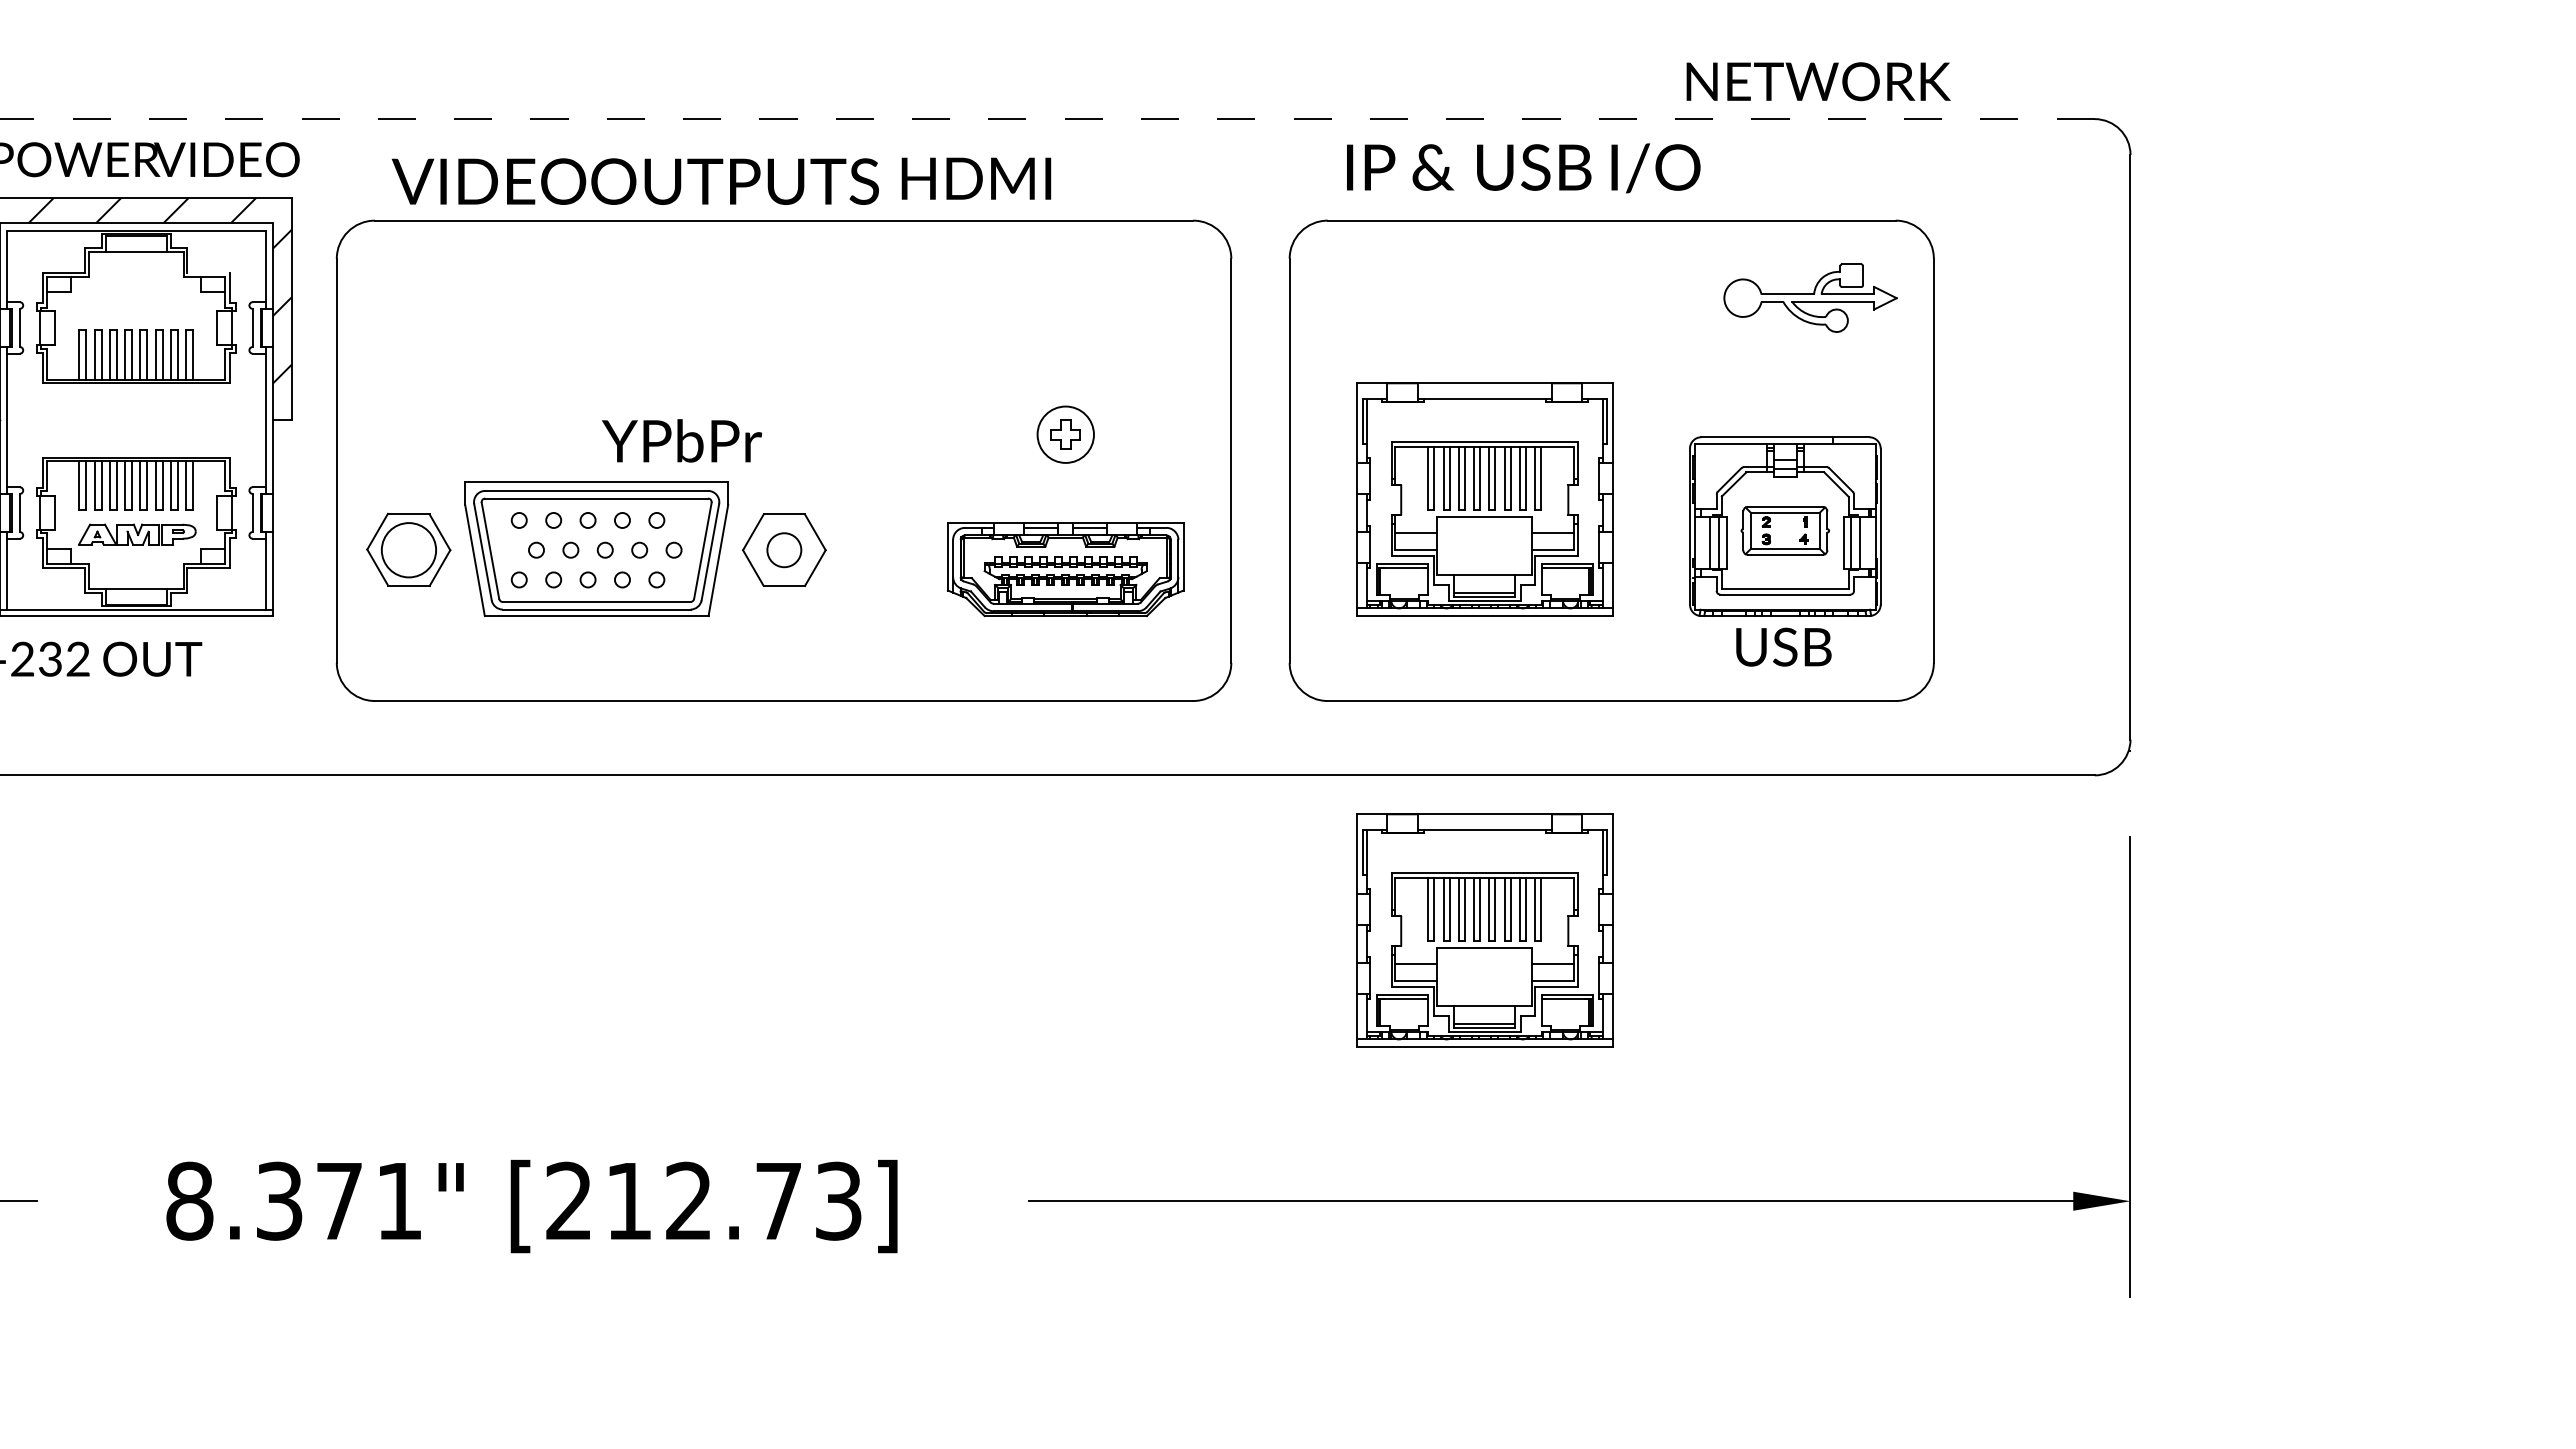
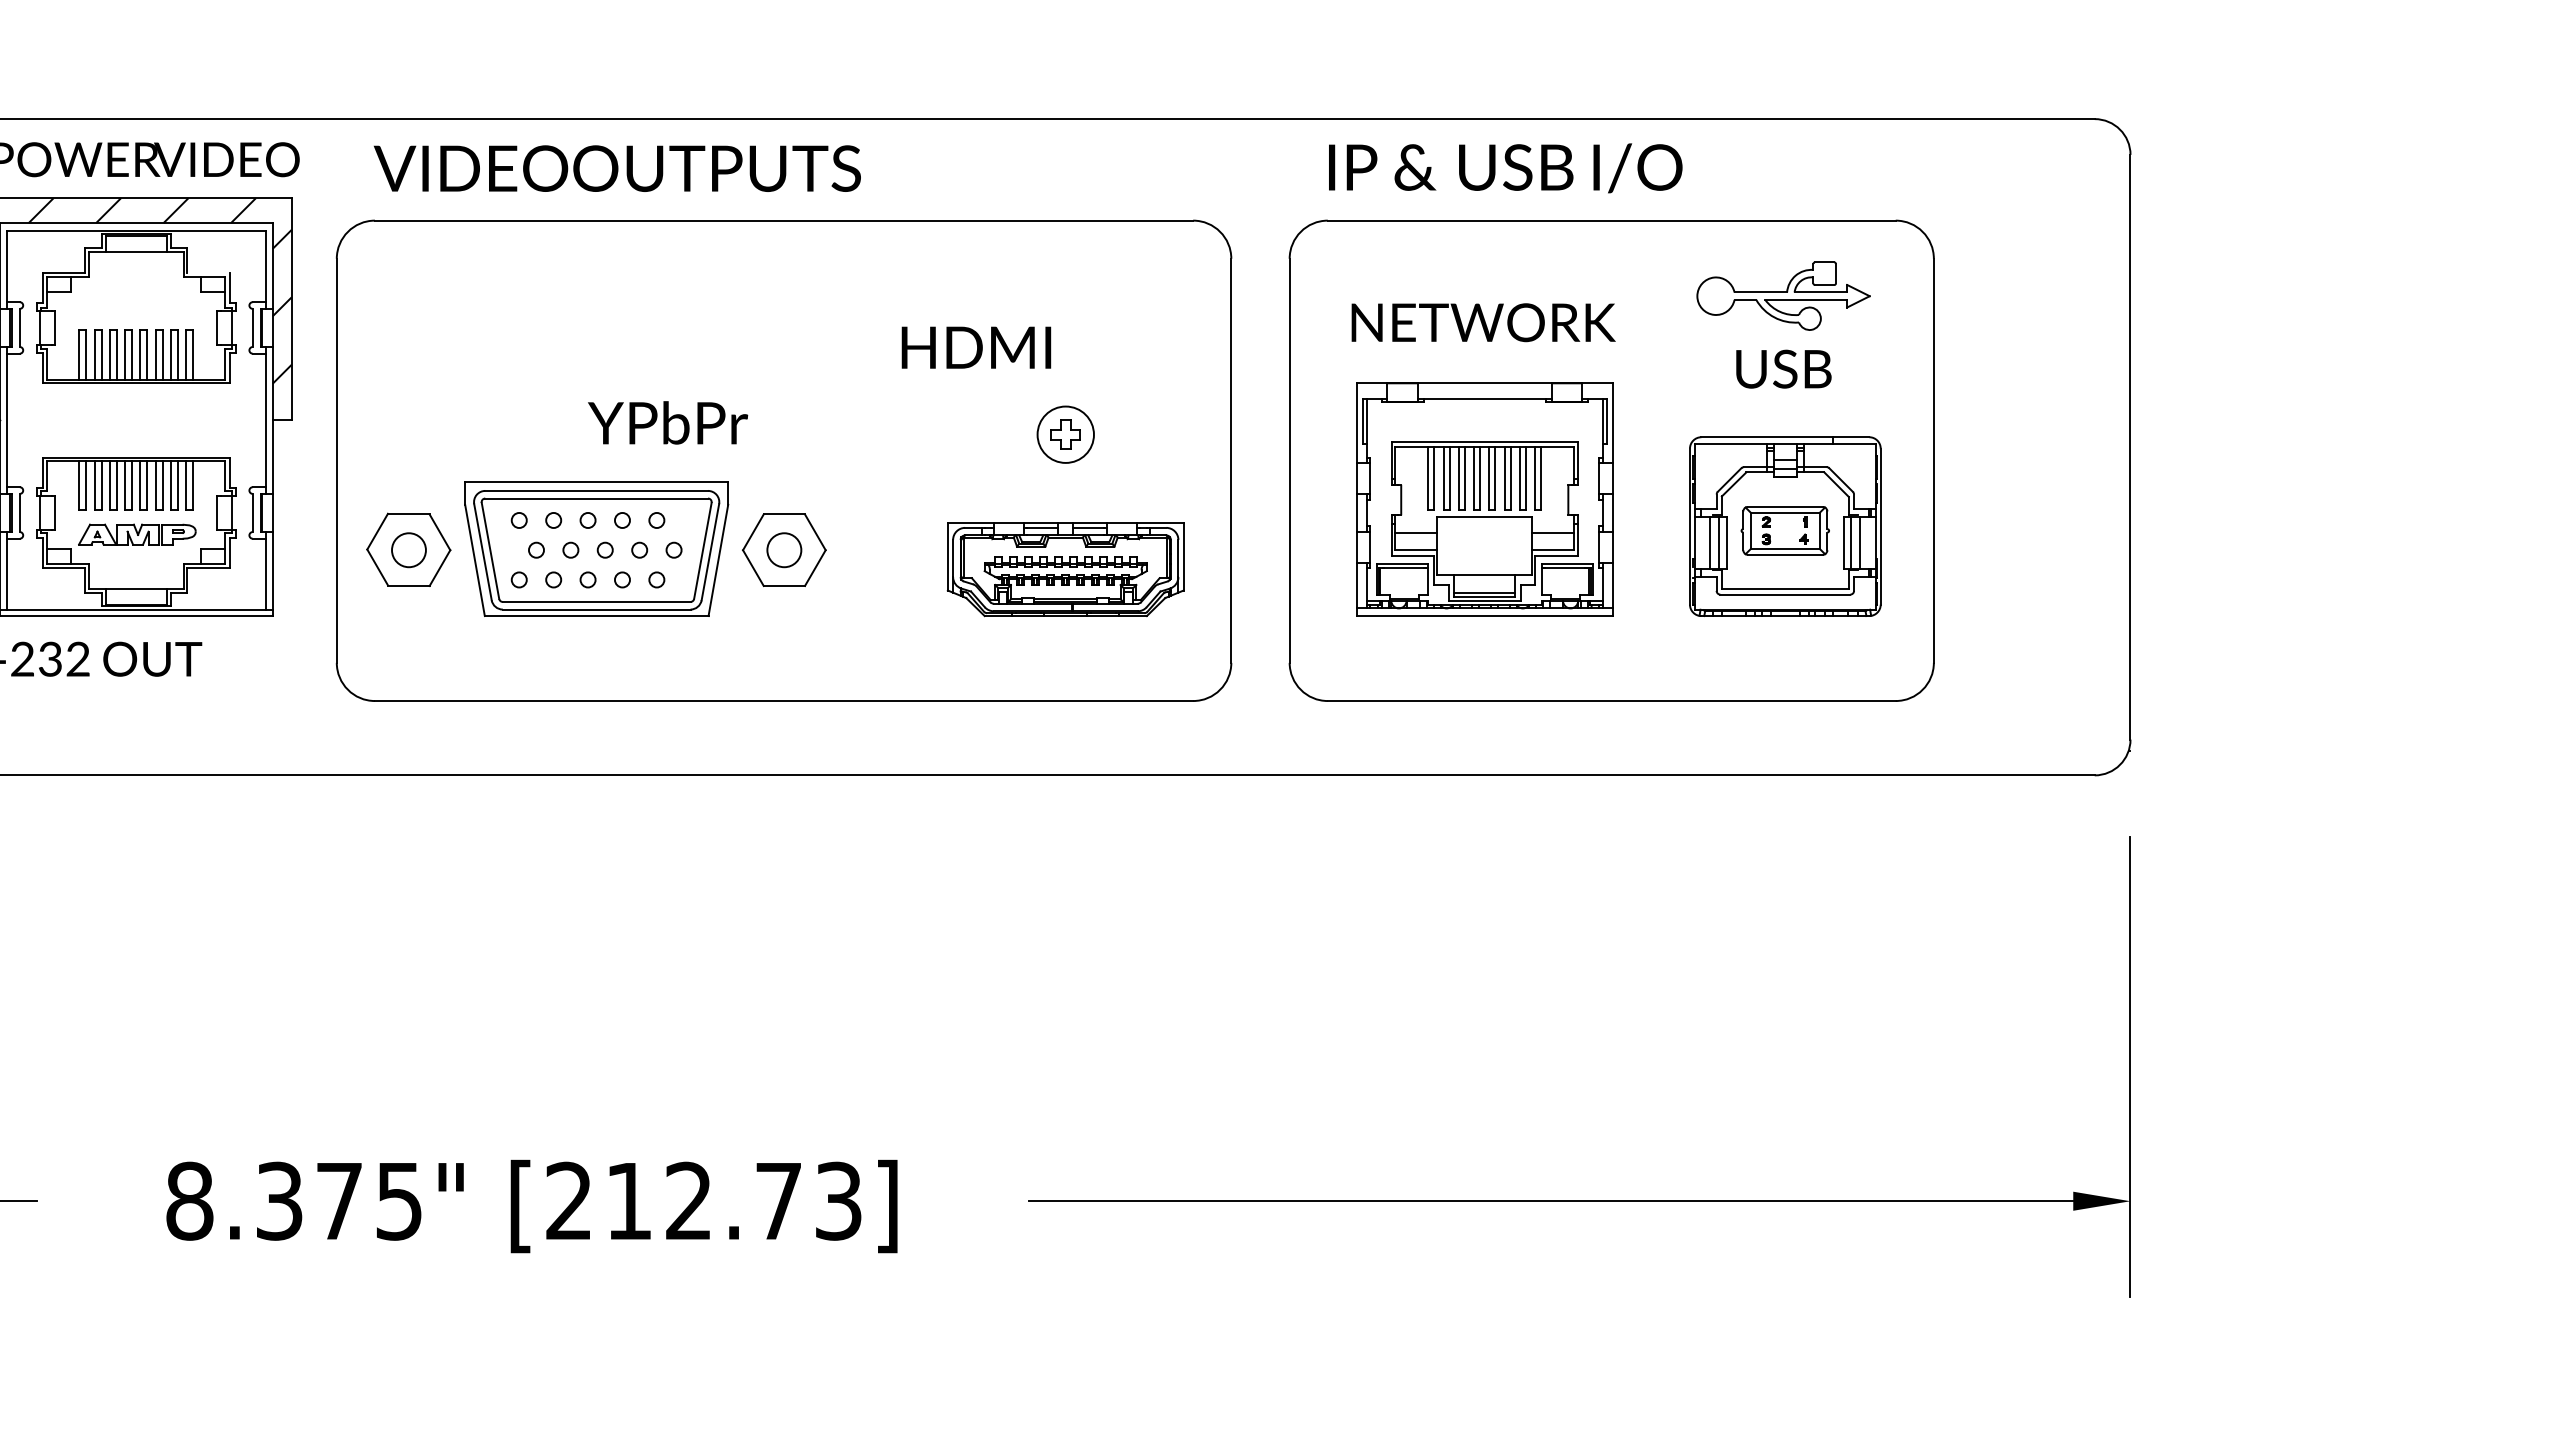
text at (1818, 81) position: (1818, 81) -> (1483, 322)
line at (1047, 119): dashed -> solid
text at (1523, 168) position: (1523, 168) -> (1505, 168)
text at (976, 178) position: (976, 178) -> (976, 347)
text at (634, 181) position: (634, 181) -> (616, 168)
part at (1810, 297) position: (1810, 297) -> (1783, 295)
text at (682, 440) position: (682, 440) -> (668, 422)
circle at (408, 550) diameter: 54 px -> 34 px
text at (1783, 646) position: (1783, 646) -> (1783, 368)
part at (1484, 930): present -> none
text at (398, 1201): 8.371" -> 8.375"
